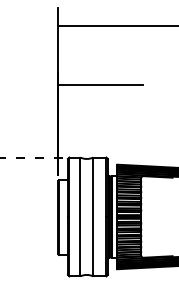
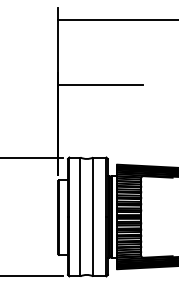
line at (116, 25) position: (116, 25) -> (116, 19)
line at (31, 157): dashed -> solid
line at (32, 276): none -> present
